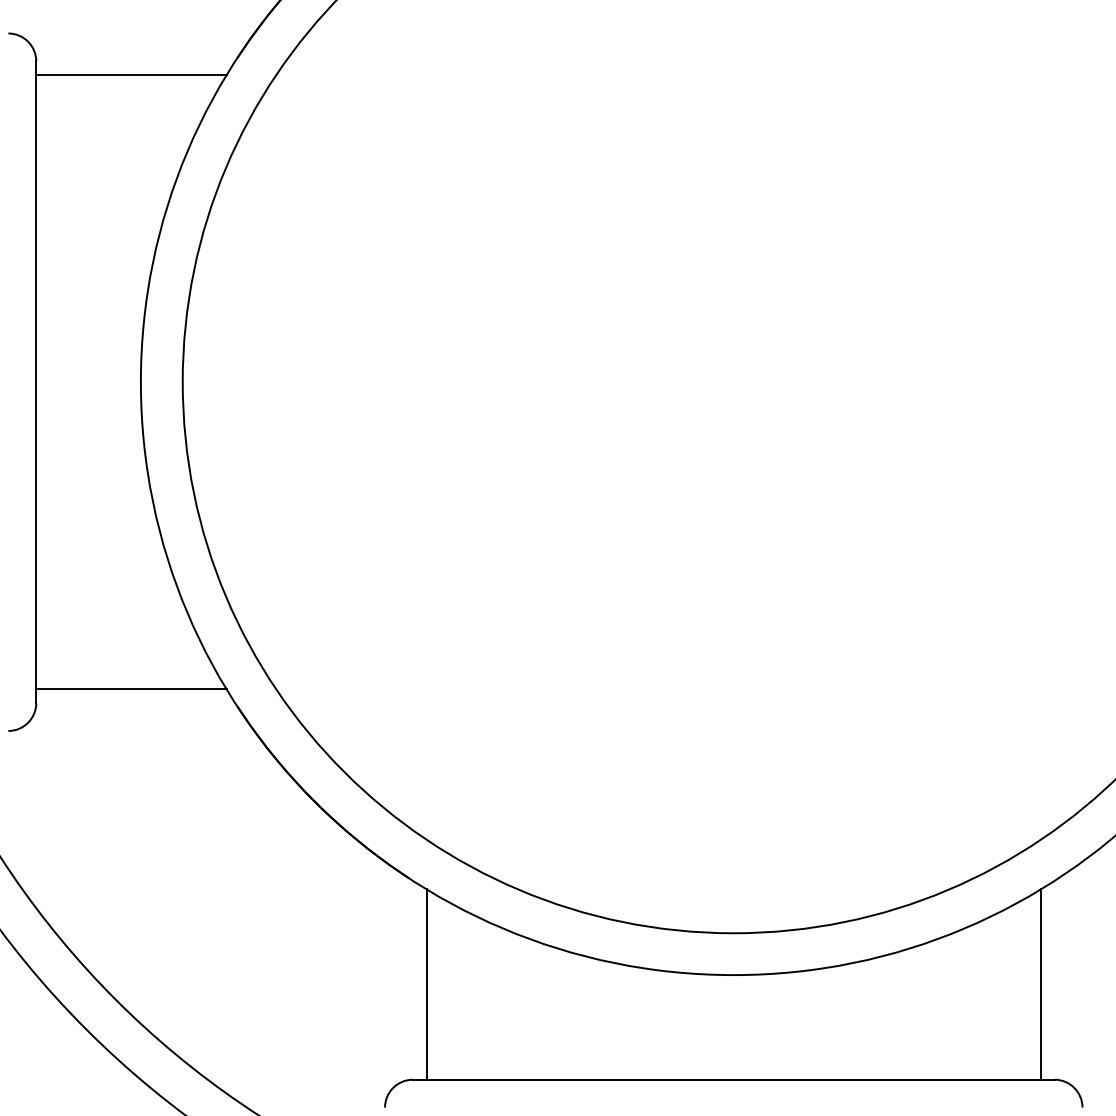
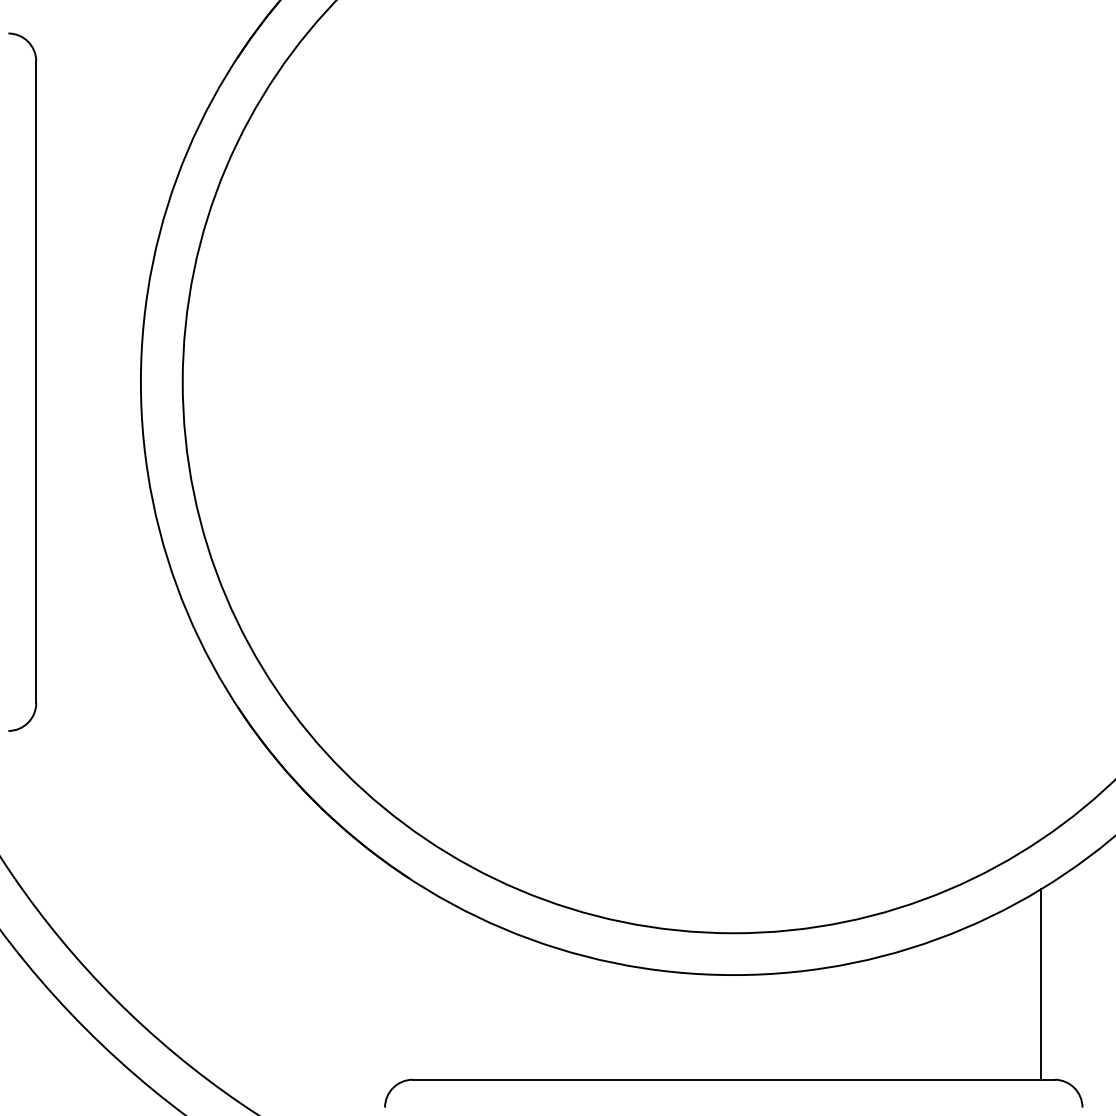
line at (131, 75): present -> none
line at (131, 689): present -> none
line at (426, 984): present -> none
